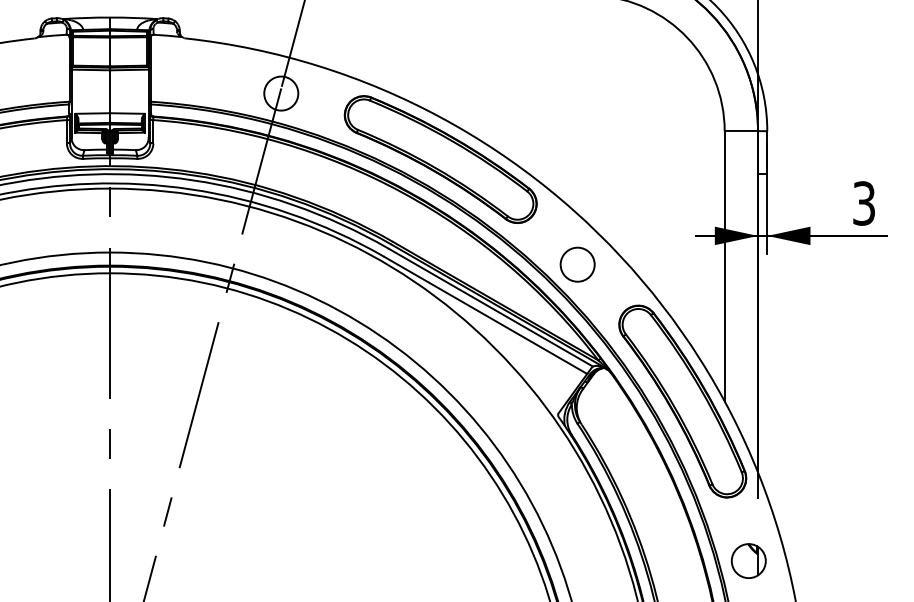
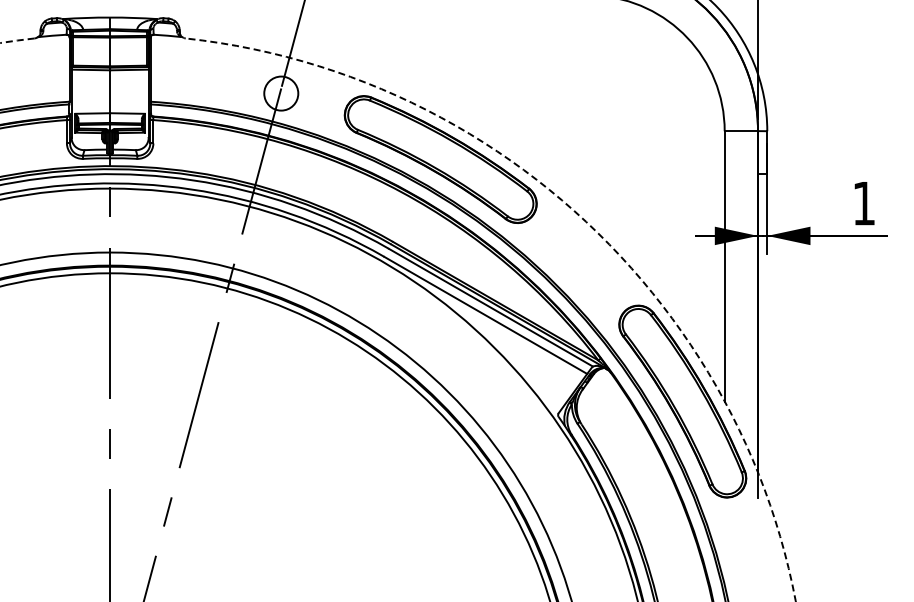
text at (863, 203): 3 -> 1
arc at (597, 233): solid -> dashed
circle at (577, 264): present -> none
part at (748, 560): present -> none
